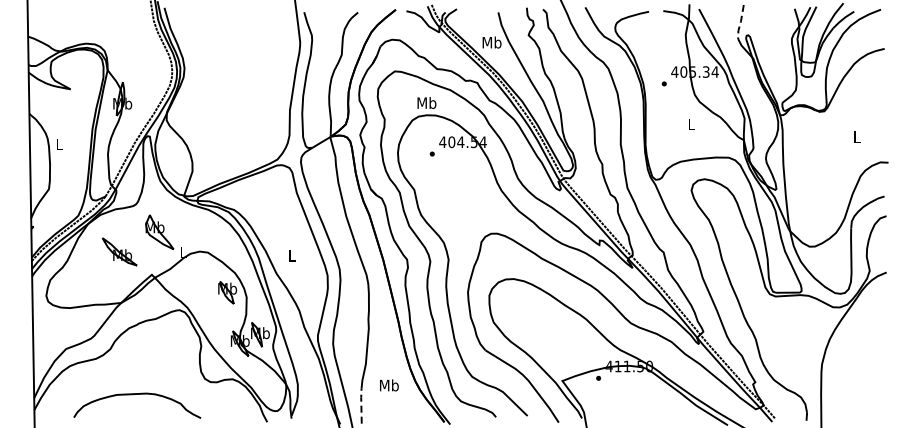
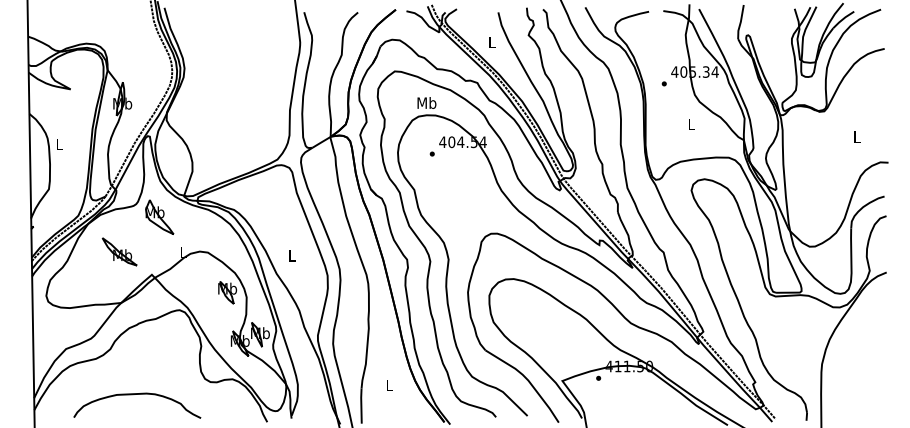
line at (740, 22): dashed -> solid
text at (491, 42): Mb -> L
part at (159, 231) position: (159, 231) -> (159, 216)
text at (389, 385): Mb -> L
line at (361, 405): dashed -> solid
